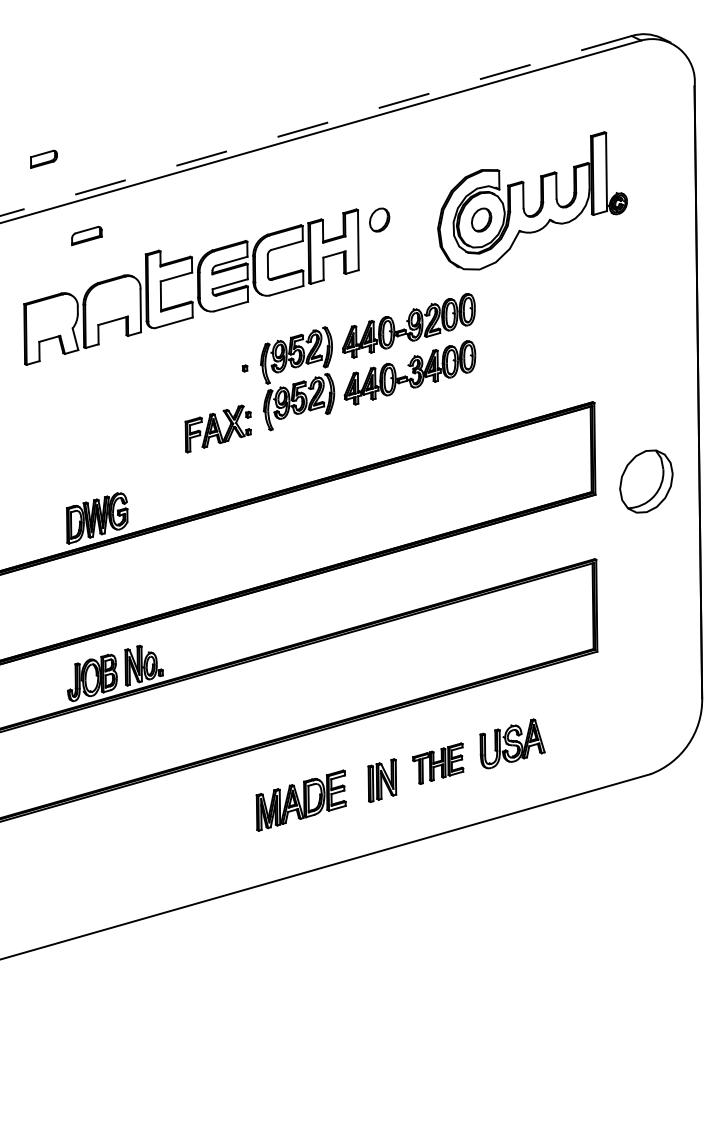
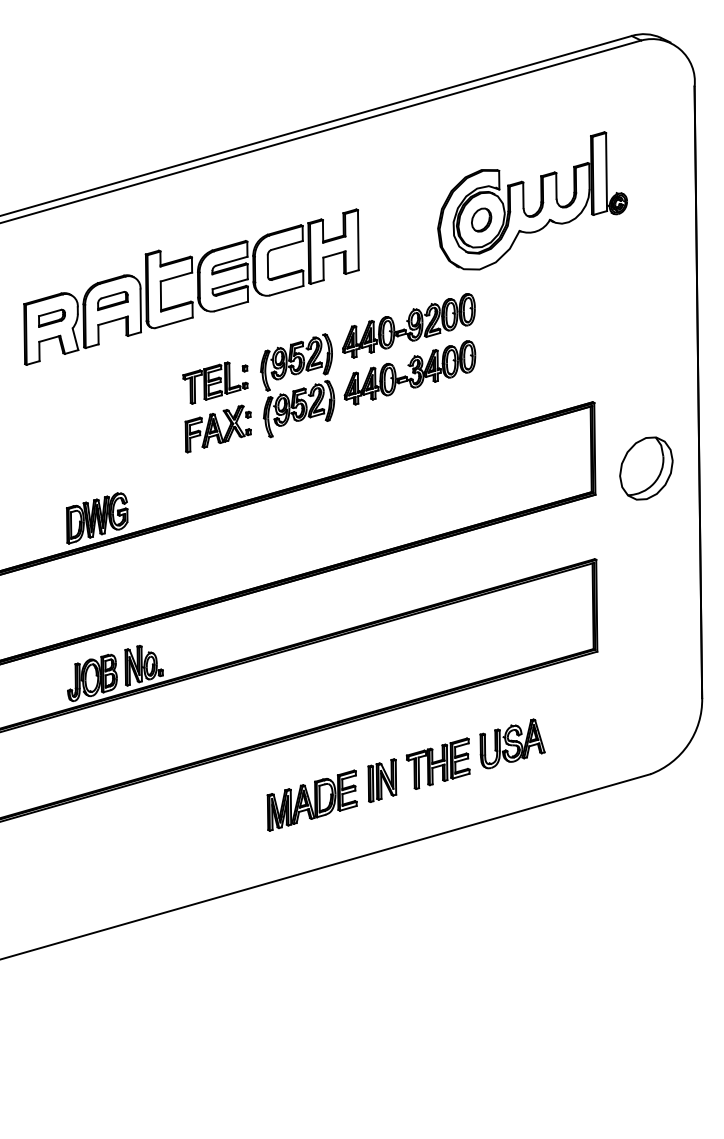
line at (315, 126): dashed -> solid
part at (43, 158) position: (43, 158) -> (51, 317)
part at (379, 219): present -> none
part at (86, 236) position: (86, 236) -> (112, 301)
part at (297, 378) position: (297, 378) -> (297, 385)
part at (215, 382): none -> present
part at (646, 481) position: (646, 481) -> (646, 468)
part at (438, 763) size: 53x43 px -> 66x53 px
part at (300, 800) position: (300, 800) -> (311, 800)
